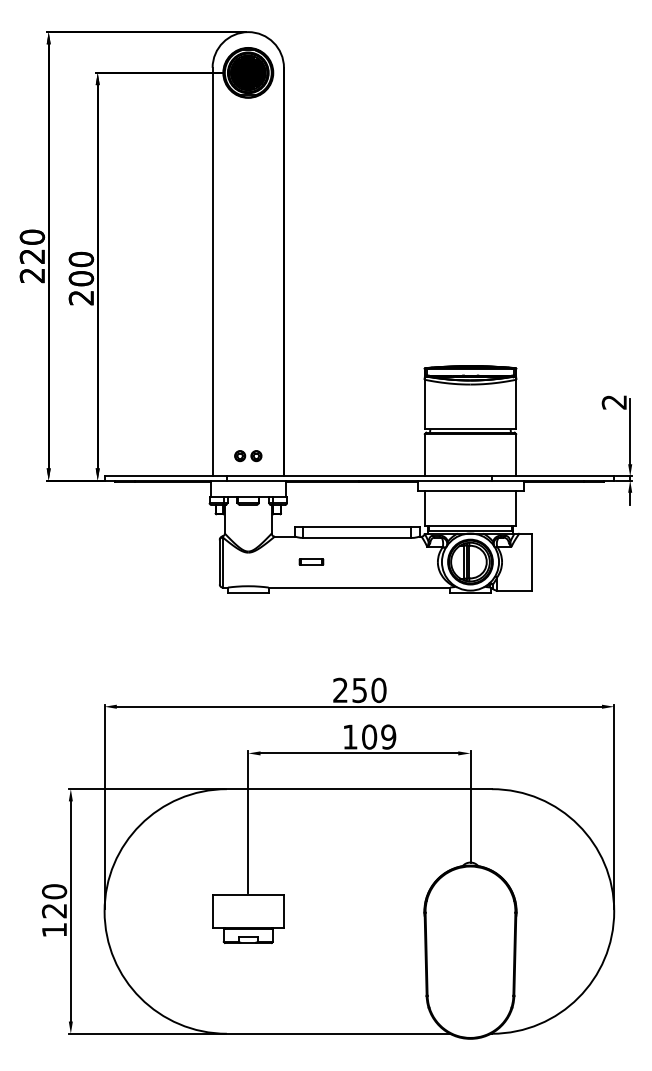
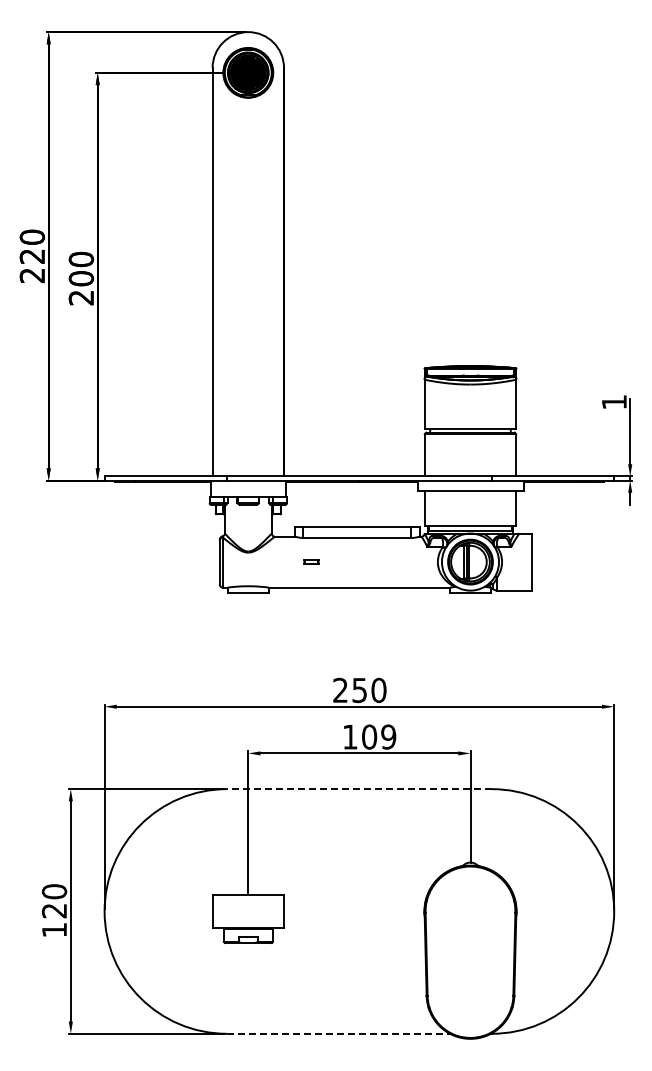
text at (613, 402): 2 -> 1
part at (248, 456): present -> none
part at (311, 561) size: 27x8 px -> 17x6 px
line at (358, 789): solid -> dashed
line at (338, 1033): solid -> dashed
